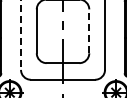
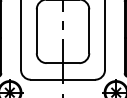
line at (89, 31): dashed -> solid
line at (21, 35): dashed -> solid
